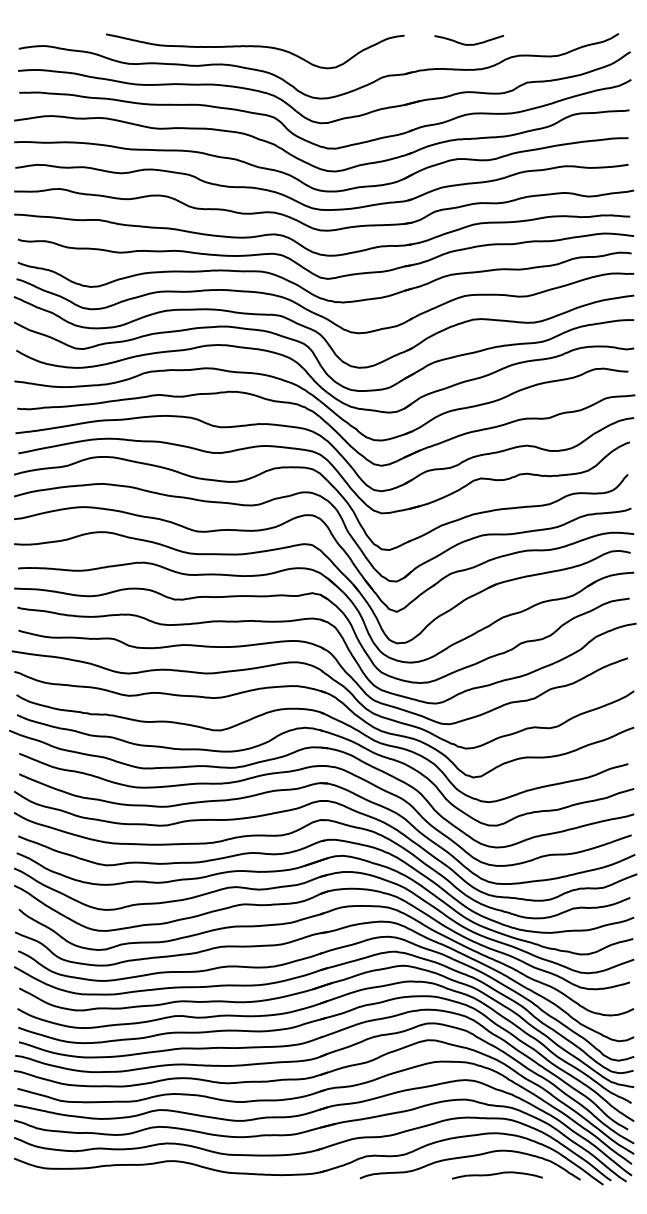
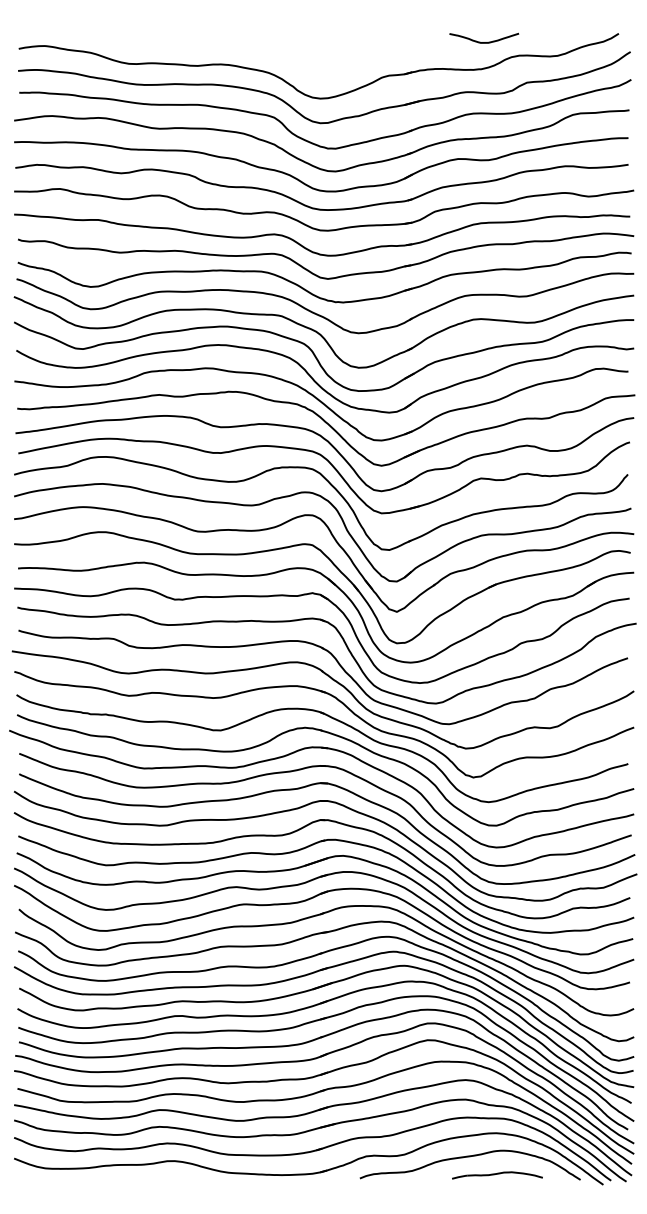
curve at (469, 44) position: (469, 44) -> (484, 42)
curve at (255, 47): present -> none
